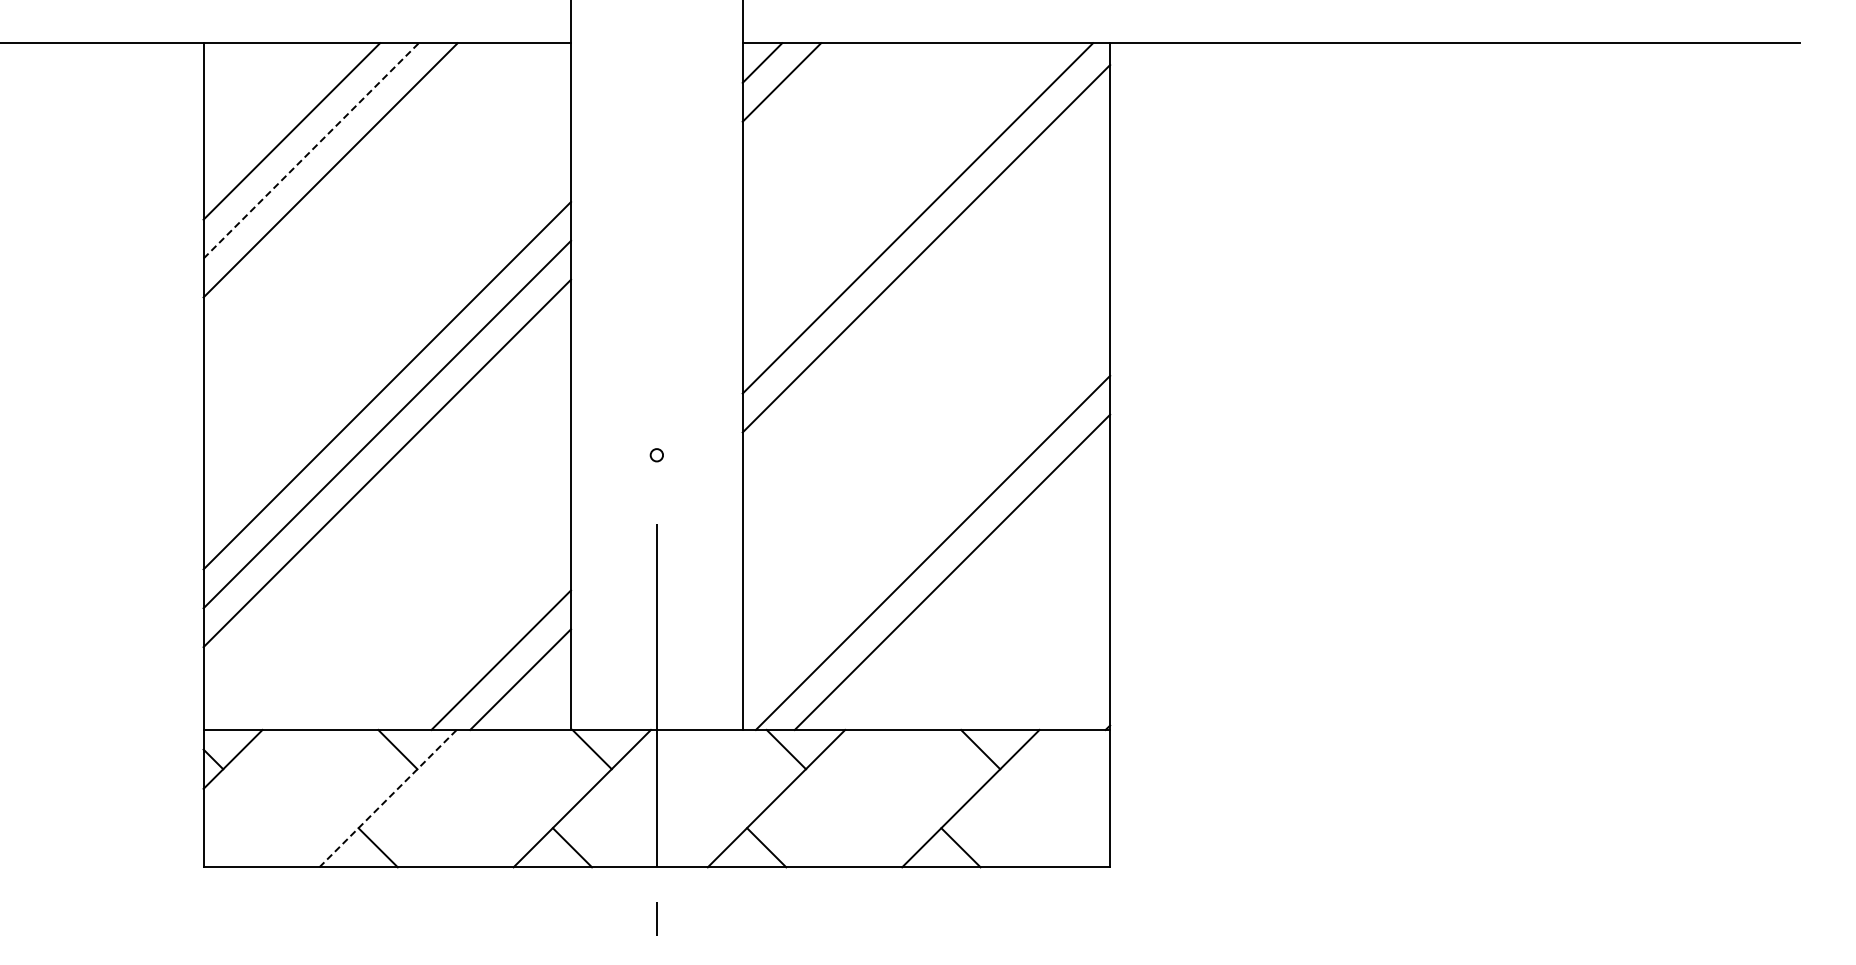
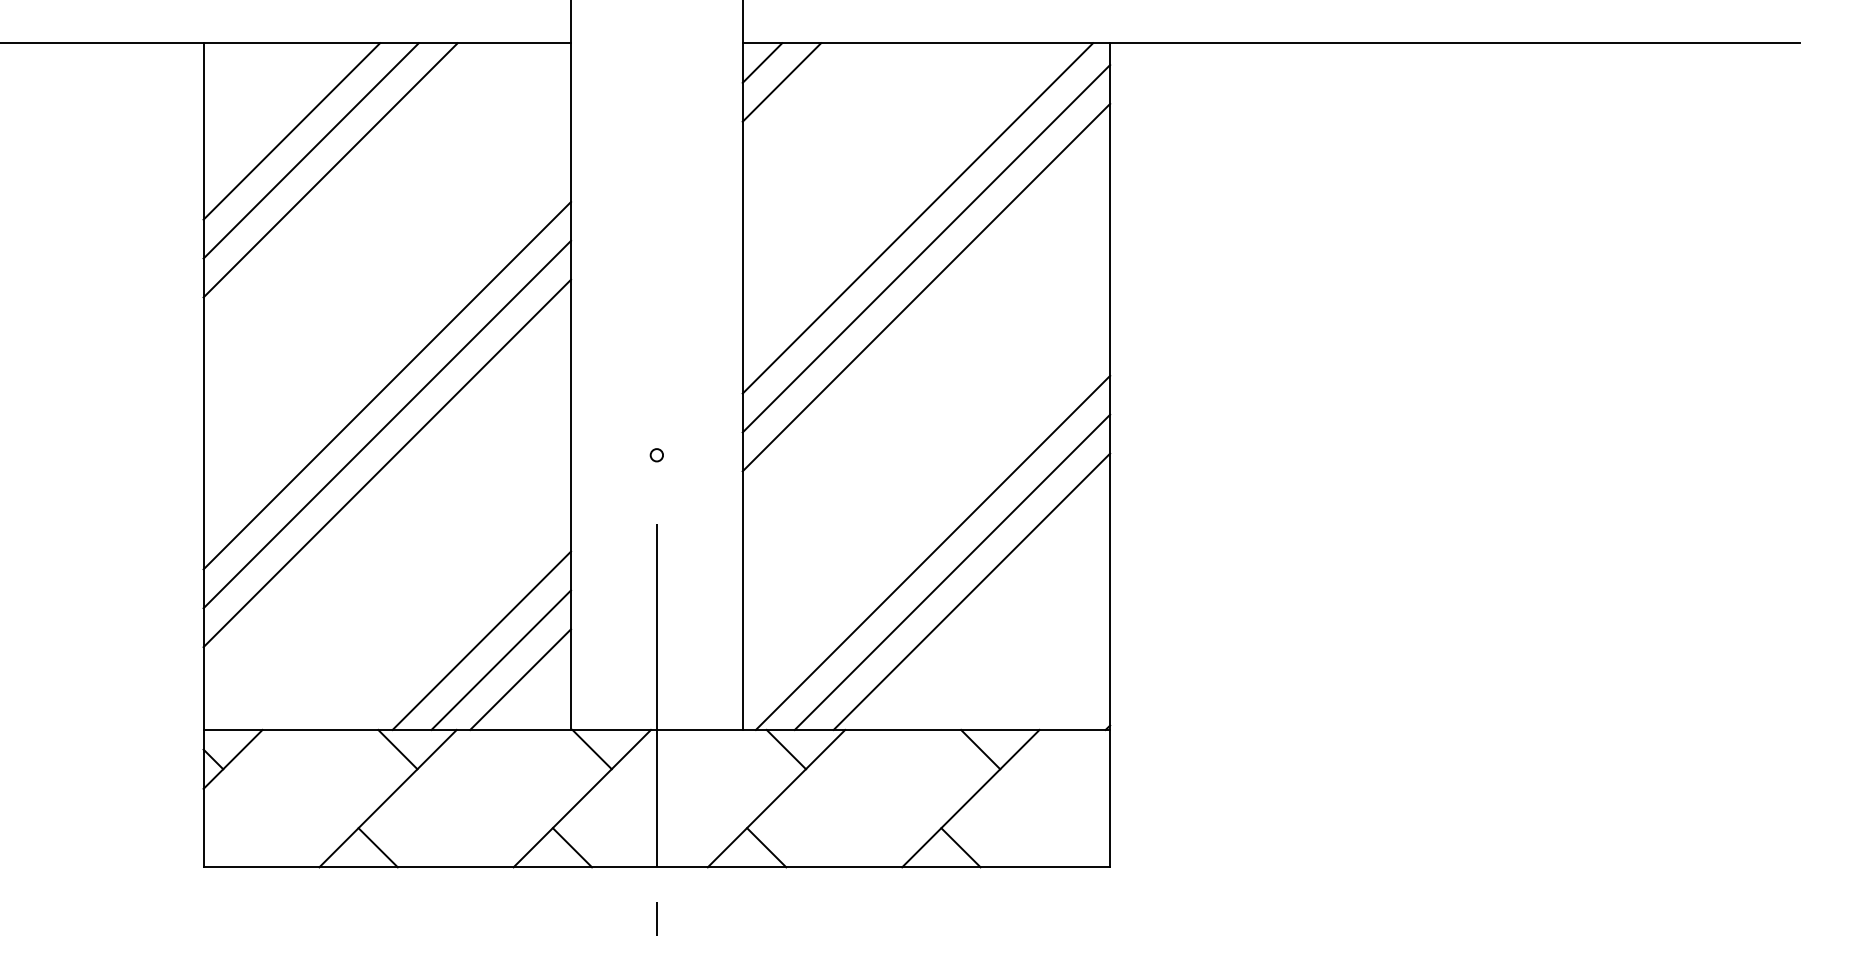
line at (311, 150): dashed -> solid
line at (926, 287): none -> present
line at (971, 591): none -> present
line at (481, 640): none -> present
line at (388, 798): dashed -> solid
